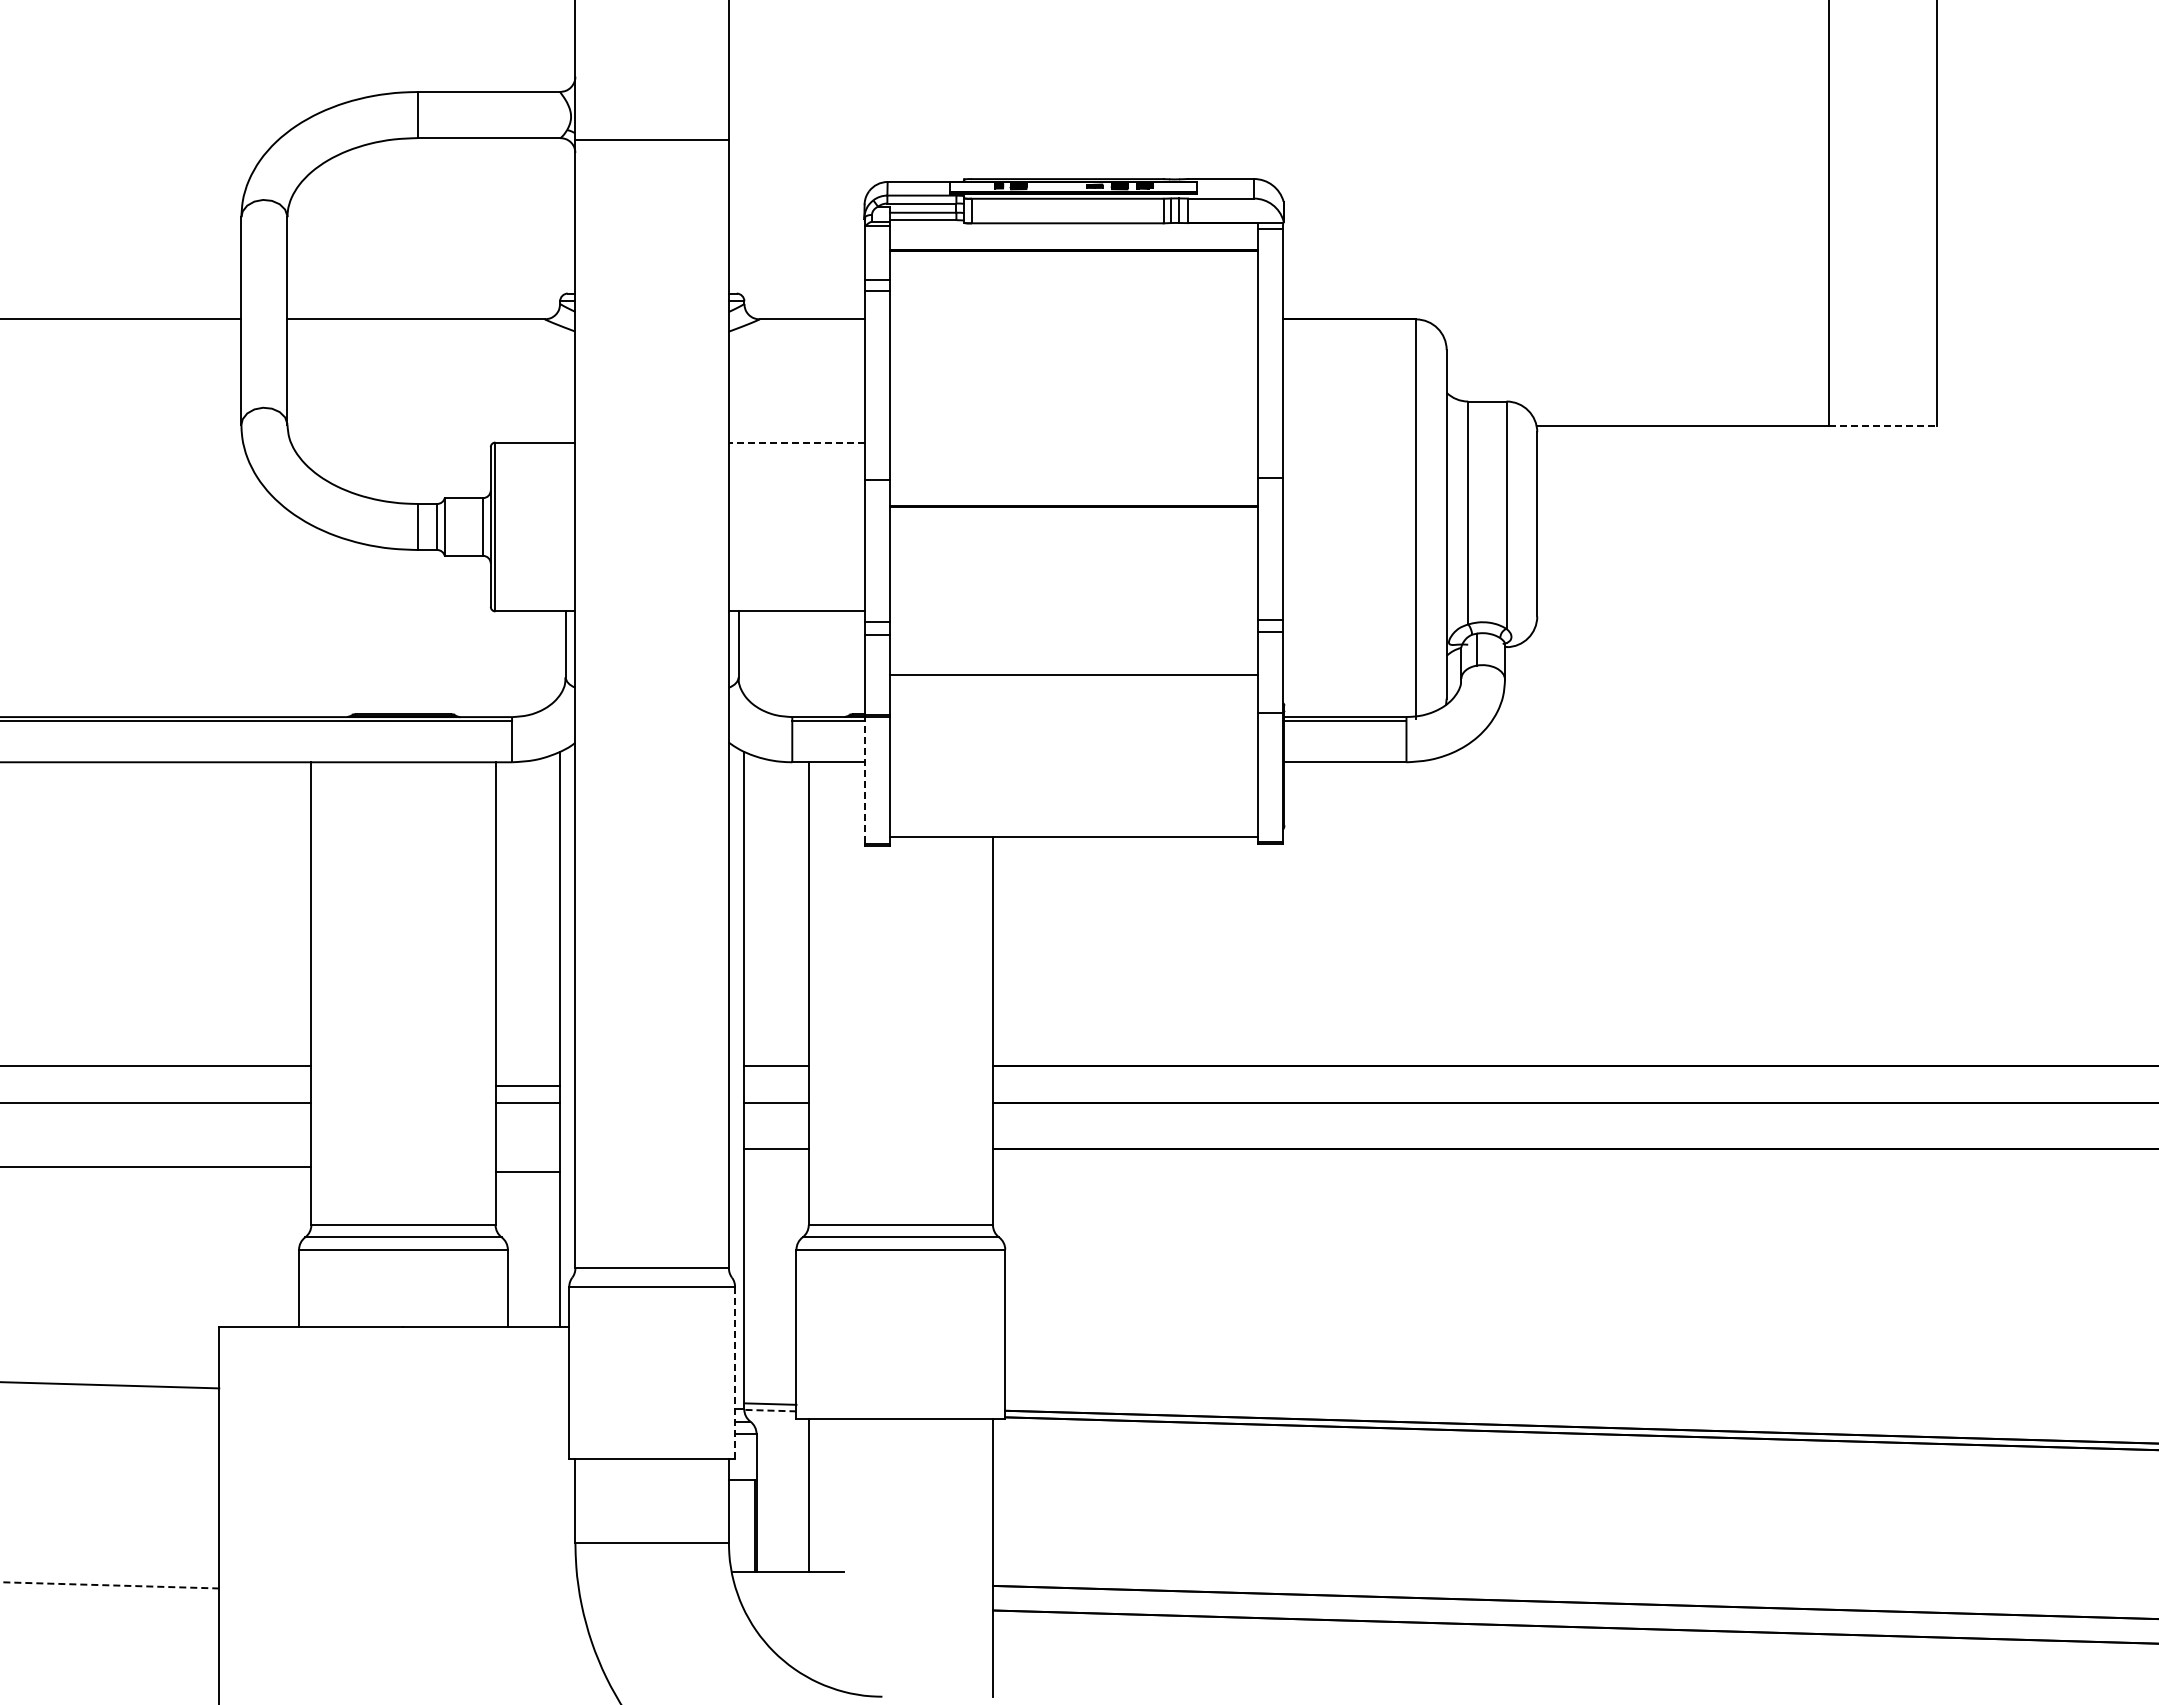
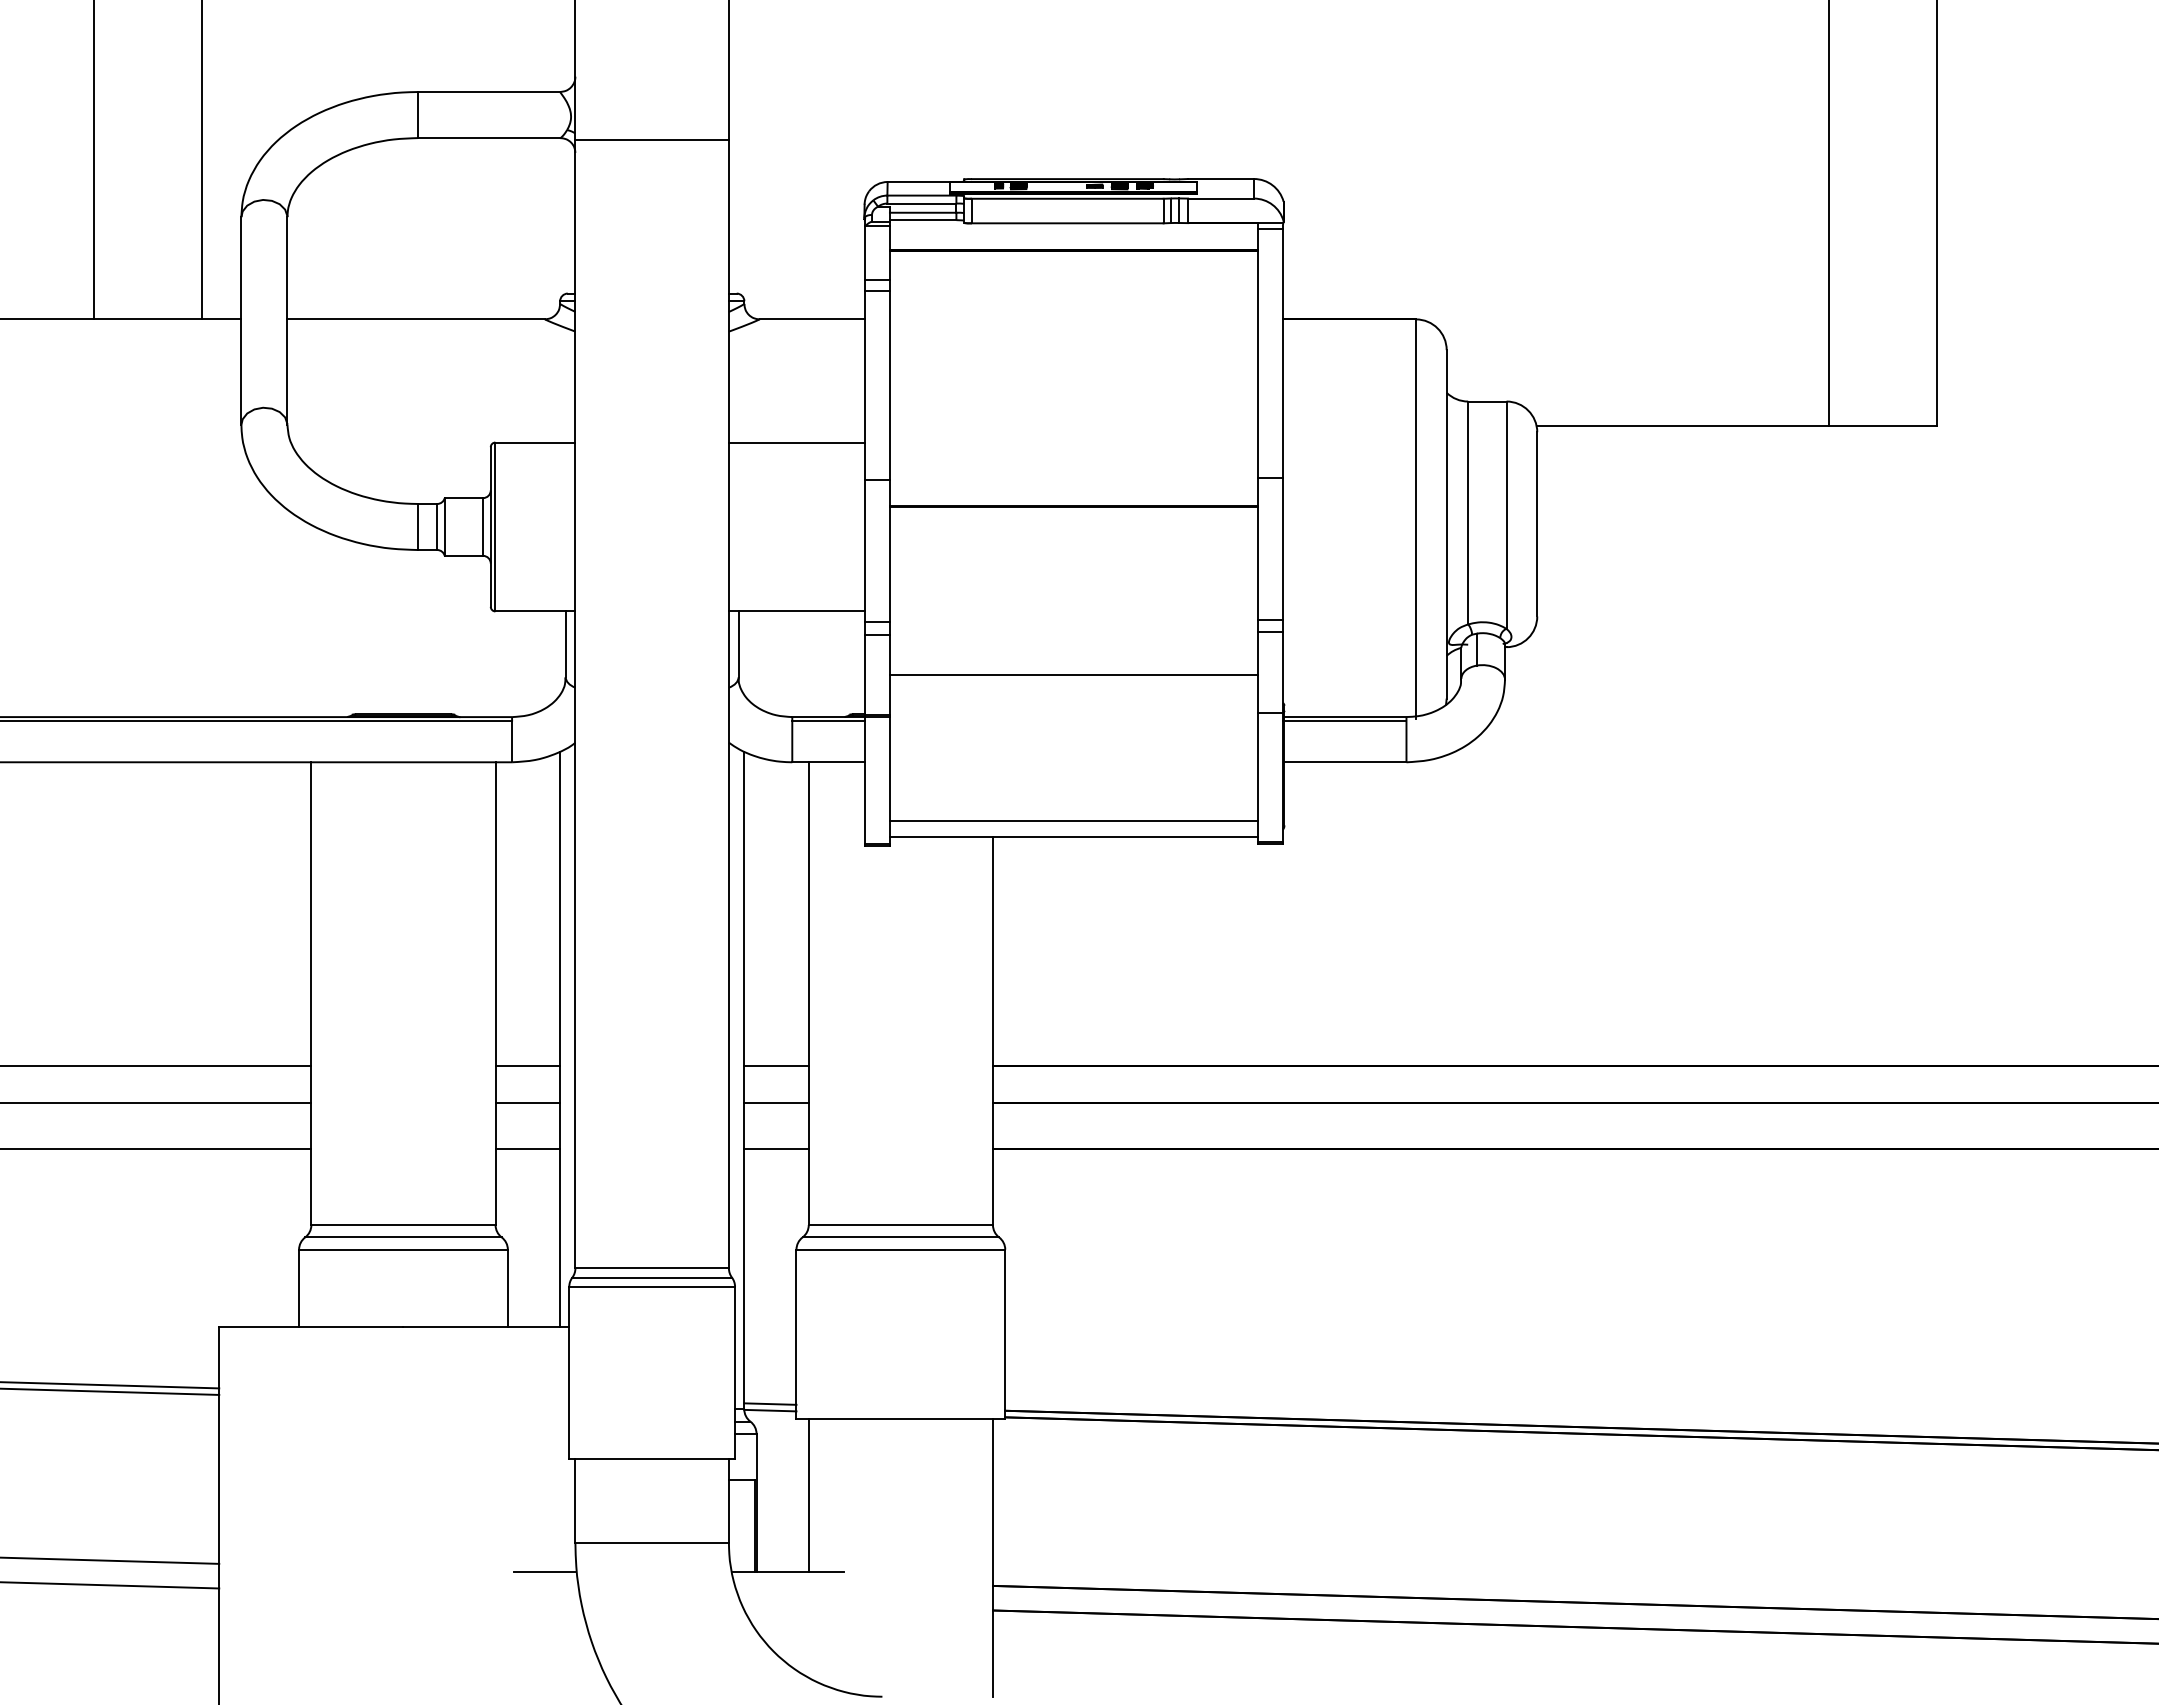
line at (94, 160): none -> present
line at (201, 160): none -> present
line at (1882, 425): dashed -> solid
line at (796, 442): dashed -> solid
line at (865, 780): dashed -> solid
line at (1073, 821): none -> present
line at (527, 1085) position: (527, 1085) -> (527, 1065)
line at (156, 1166) position: (156, 1166) -> (156, 1148)
line at (527, 1171) position: (527, 1171) -> (527, 1148)
line at (652, 1277): none -> present
line at (735, 1372): dashed -> solid
line at (110, 1391): none -> present
line at (769, 1410): dashed -> solid
line at (110, 1560): none -> present
line at (545, 1572): none -> present
line at (109, 1585): dashed -> solid
